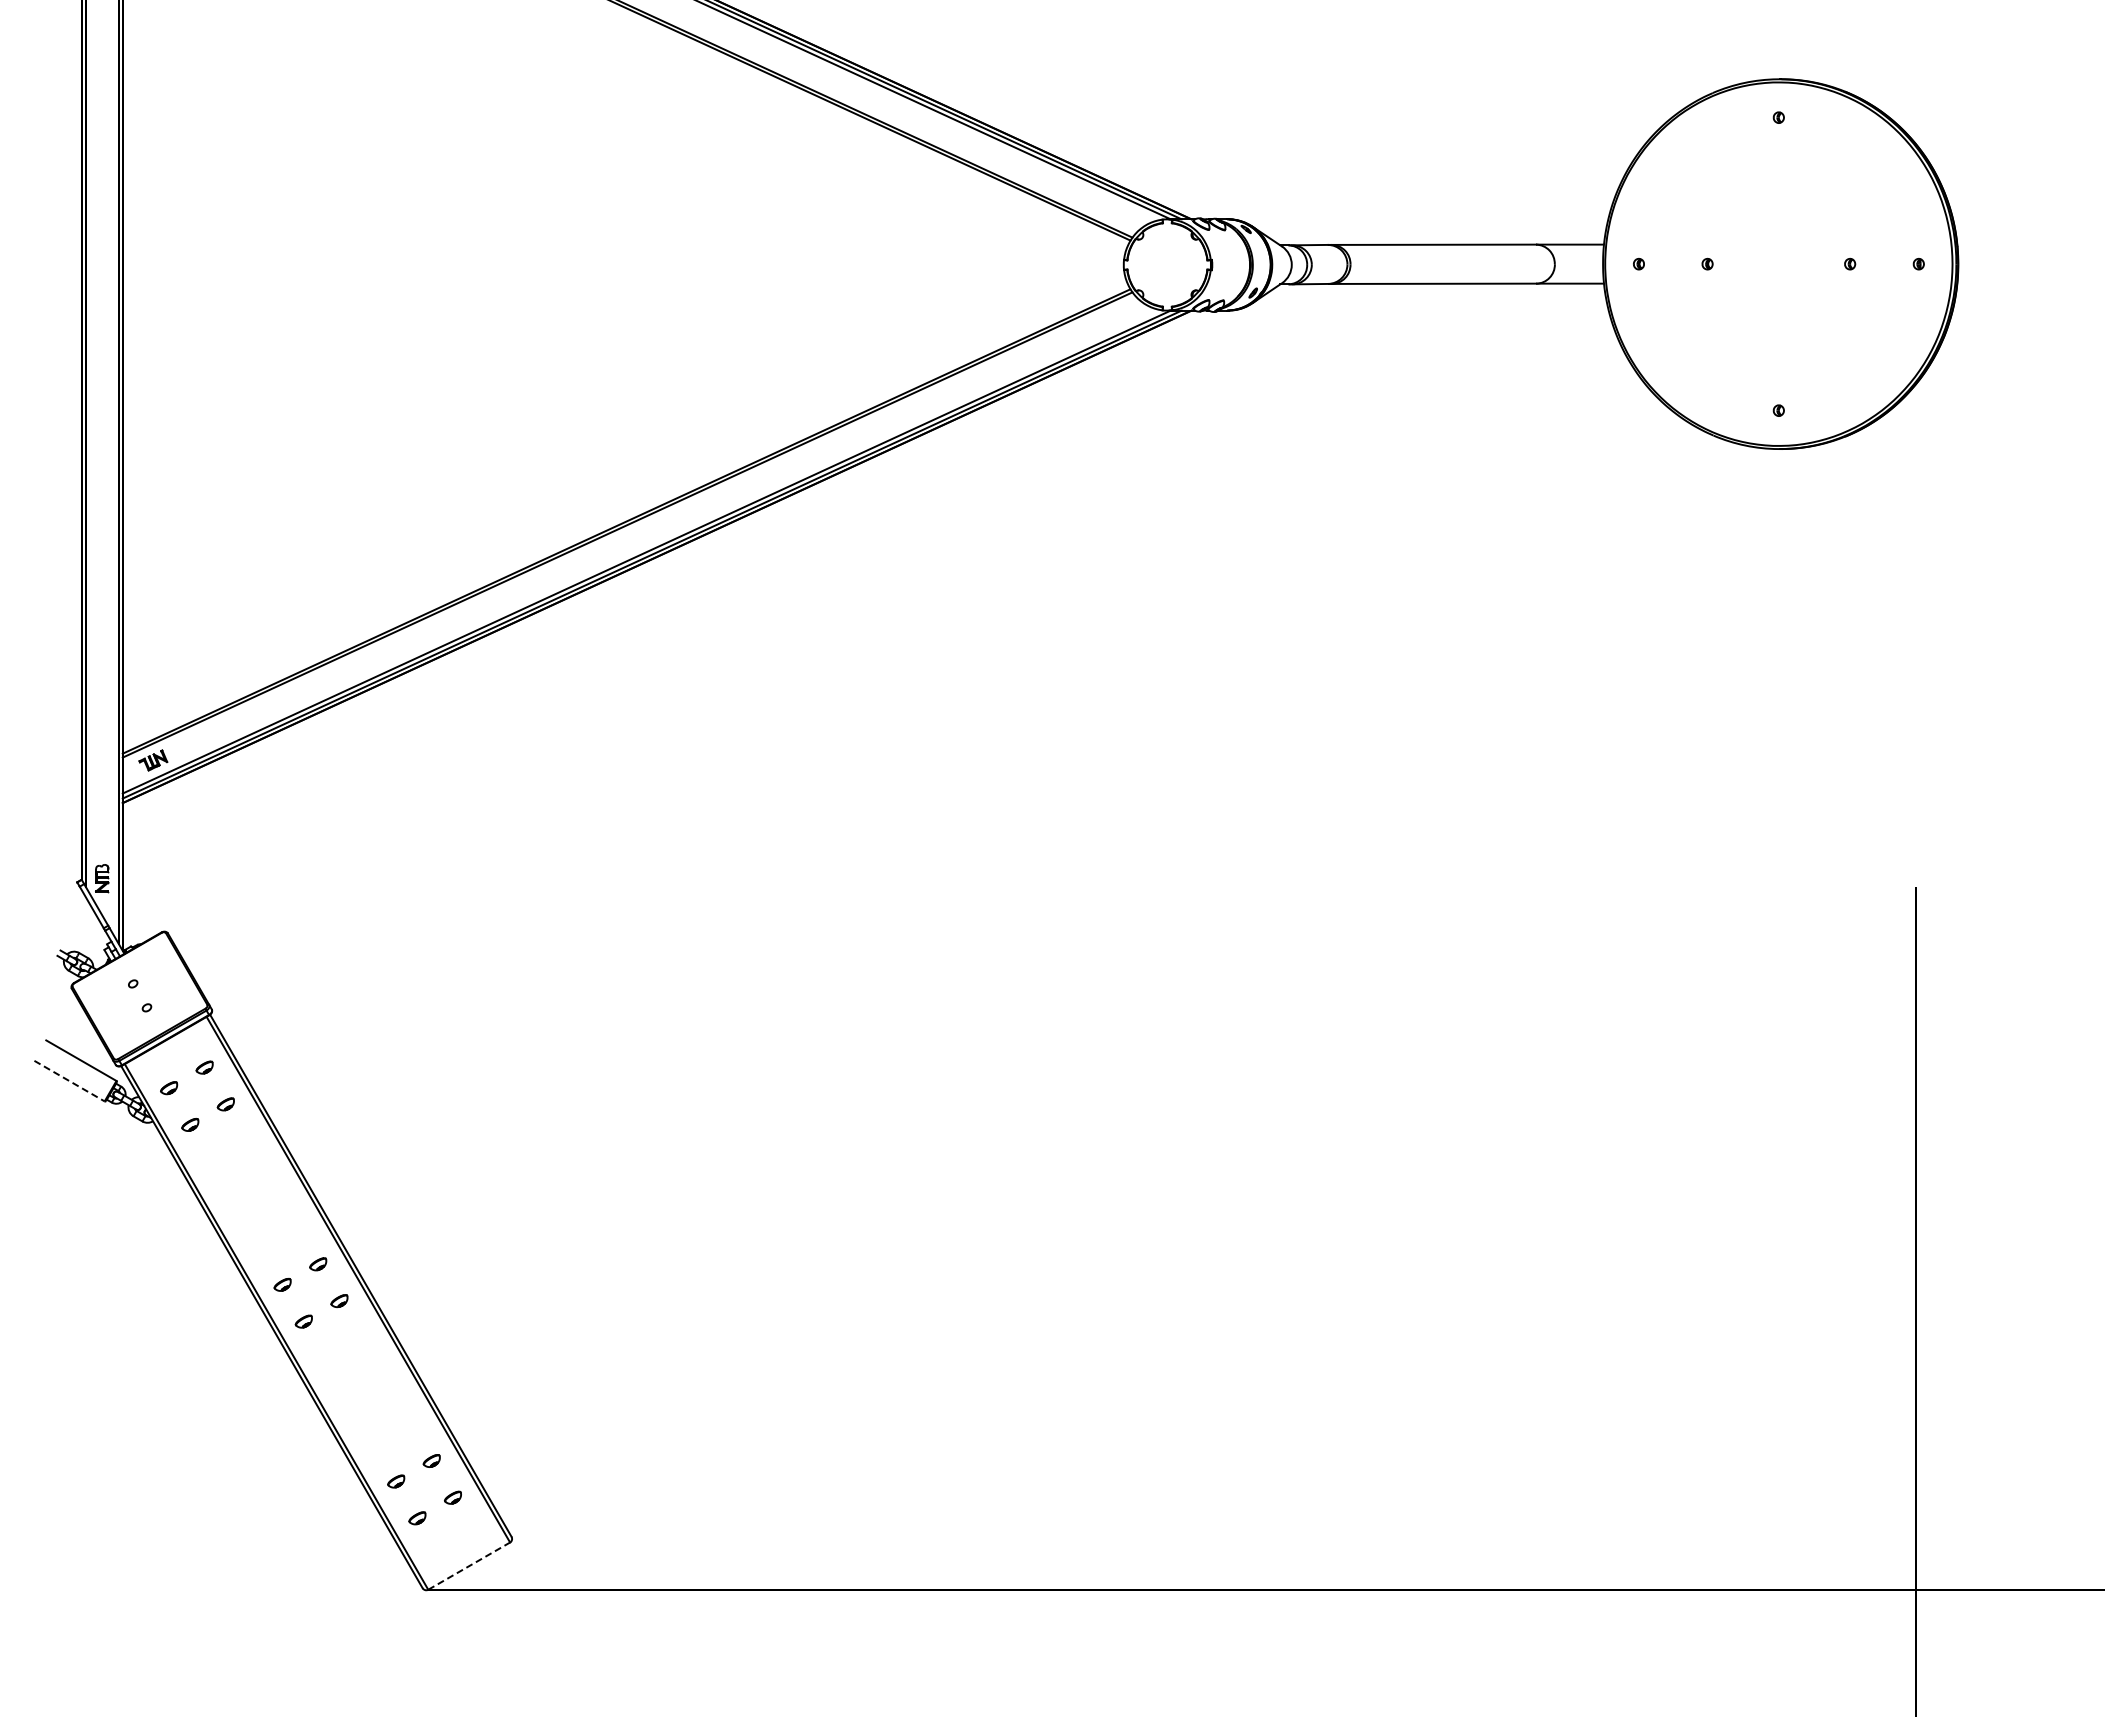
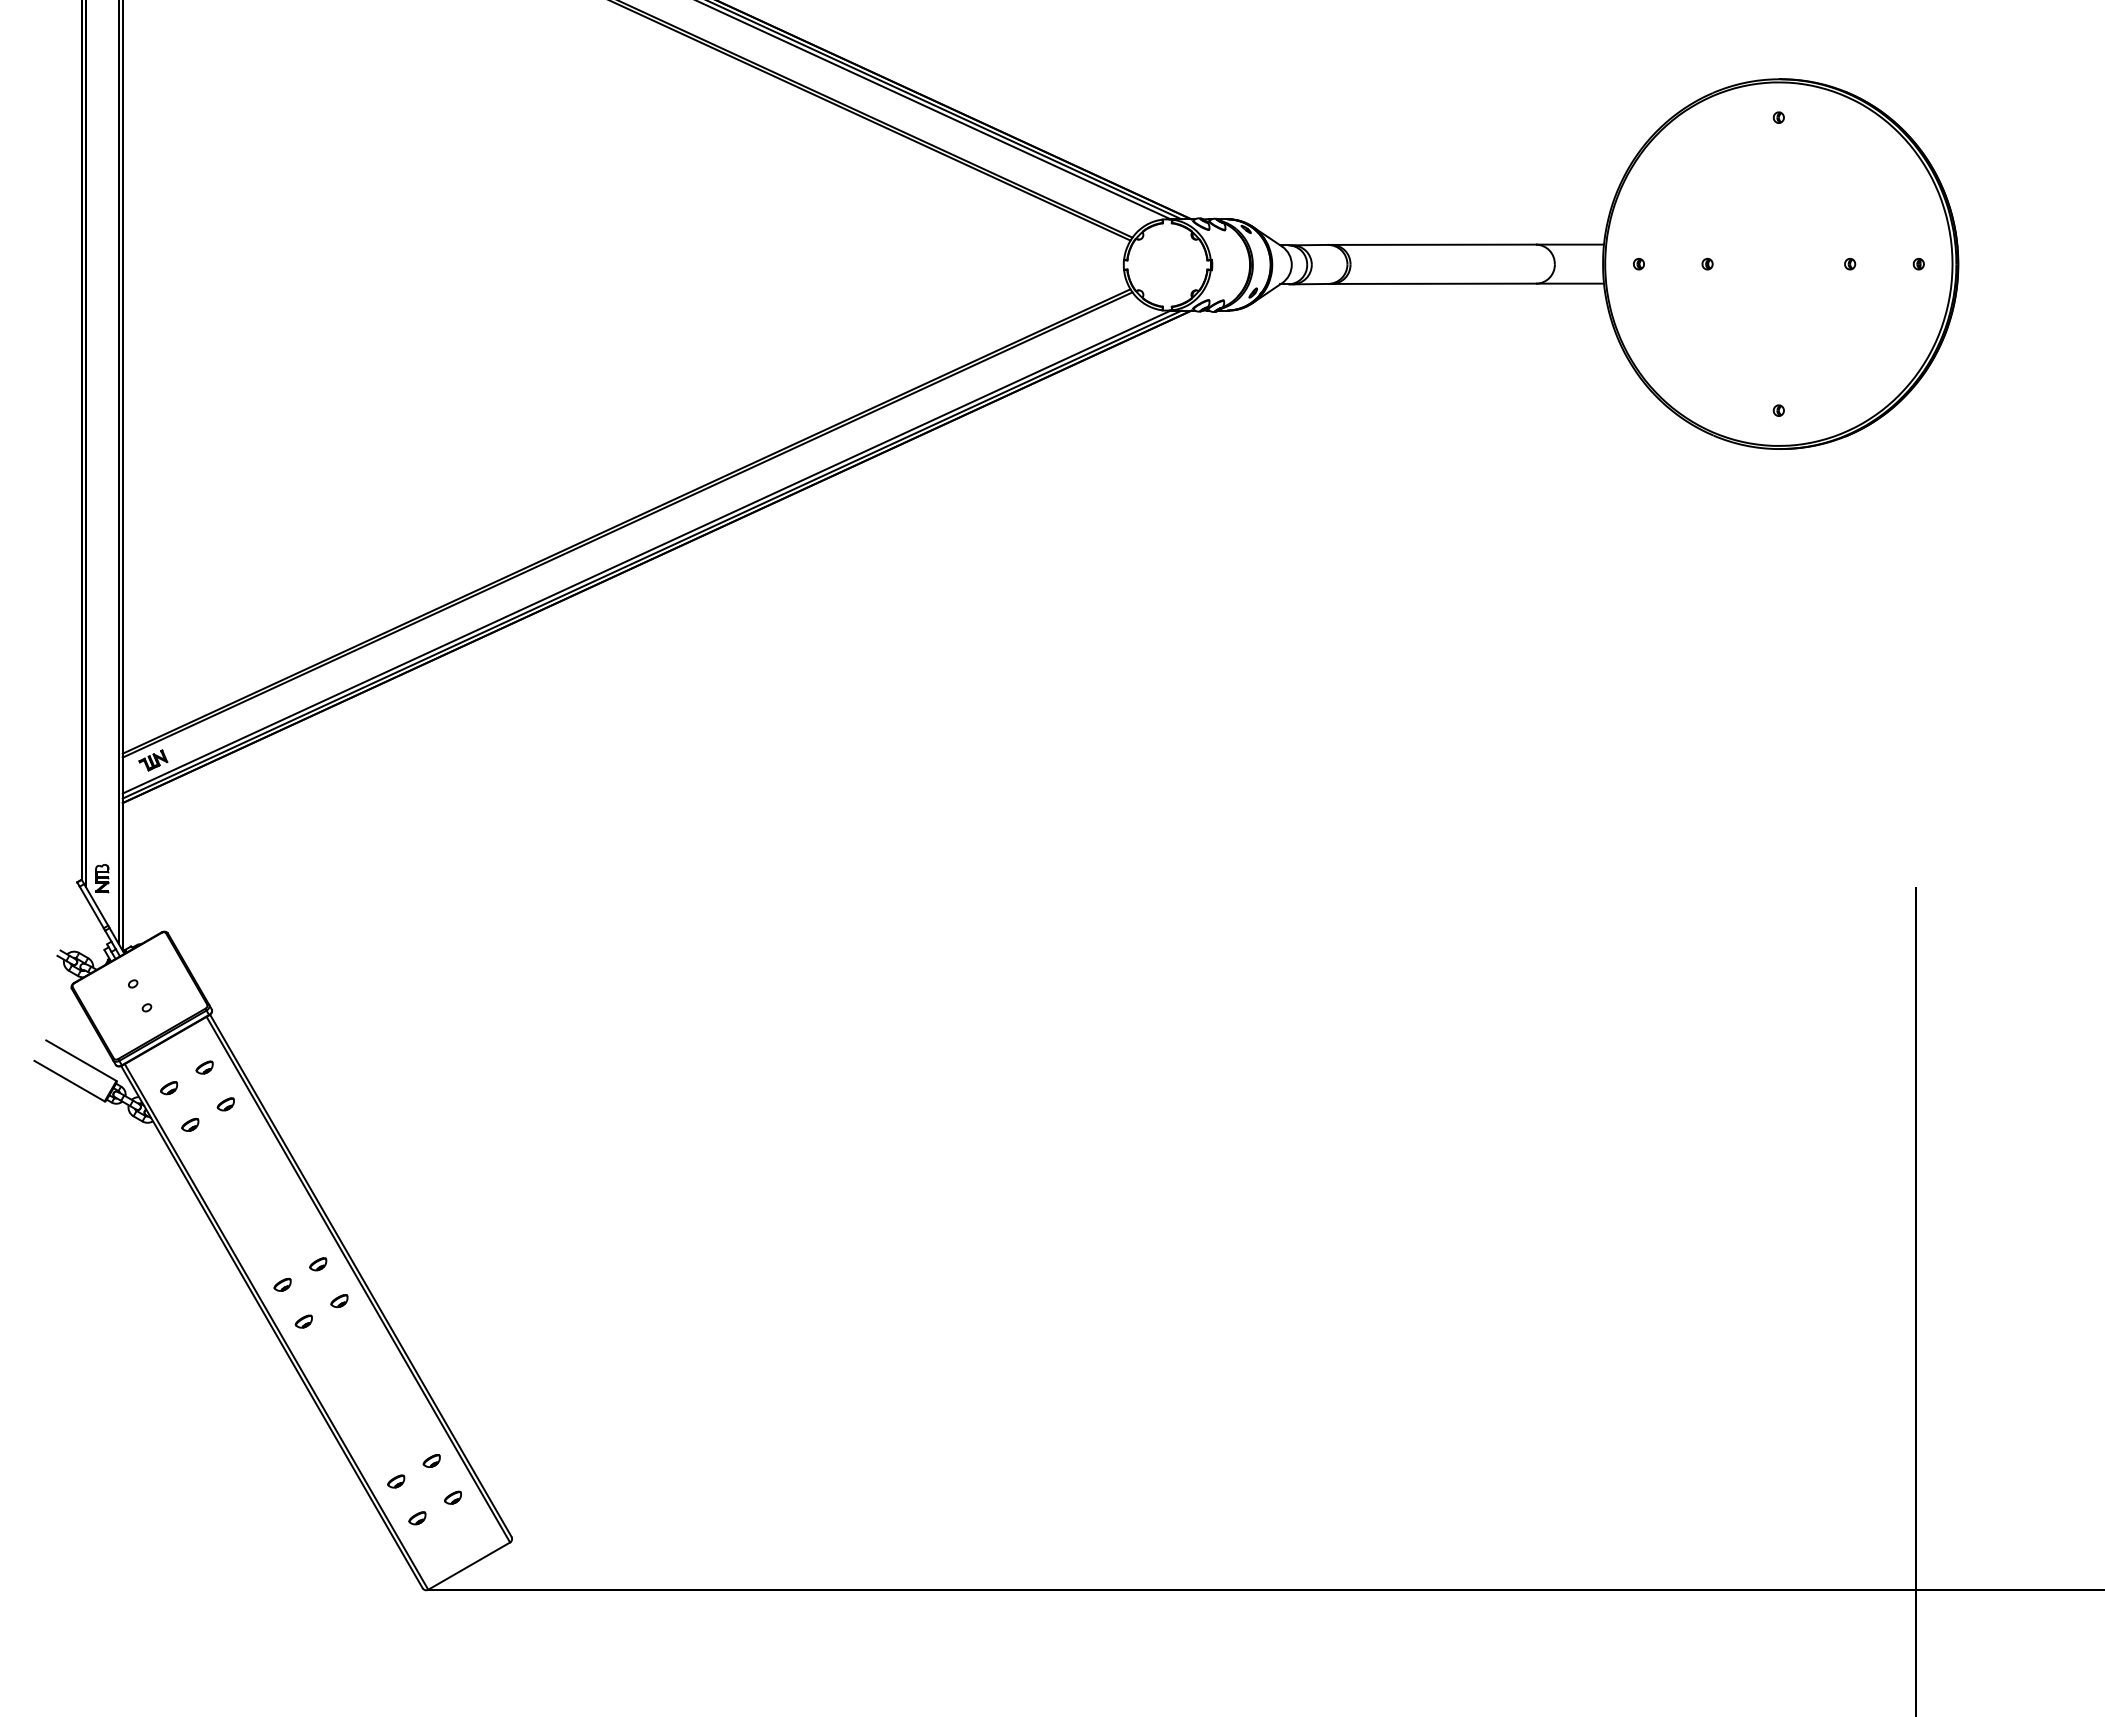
line at (69, 1081): dashed -> solid
line at (469, 1565): dashed -> solid
